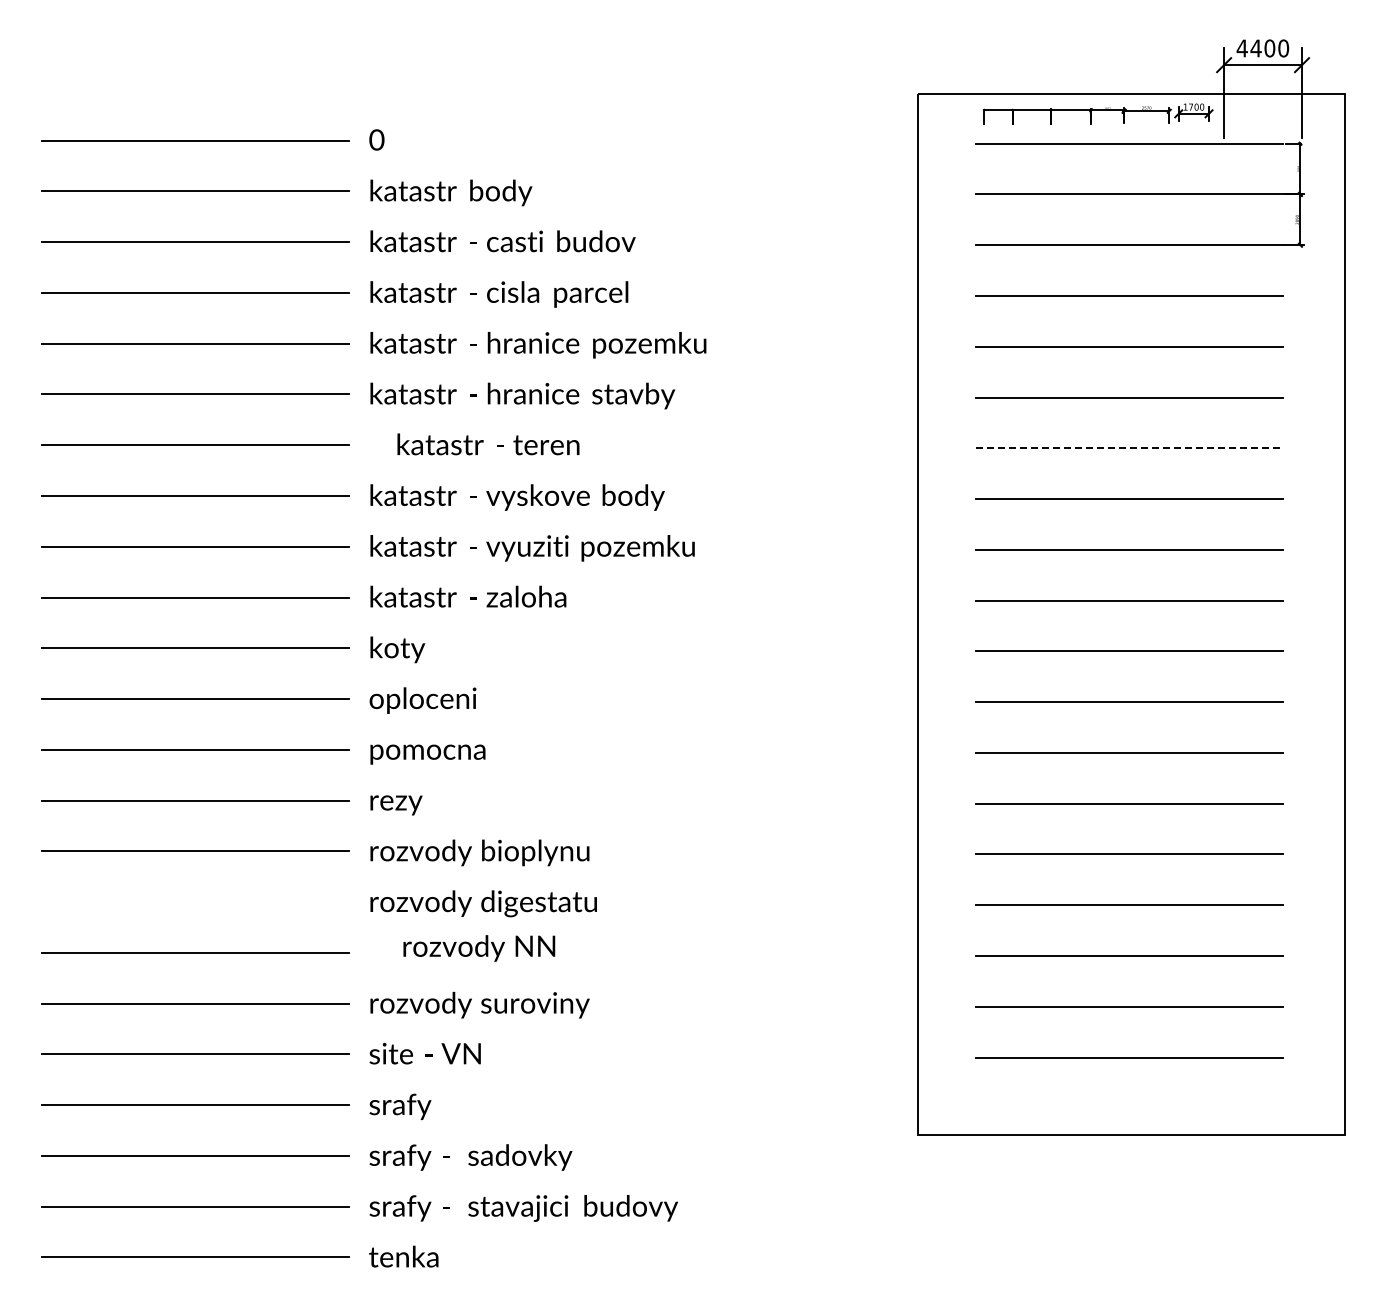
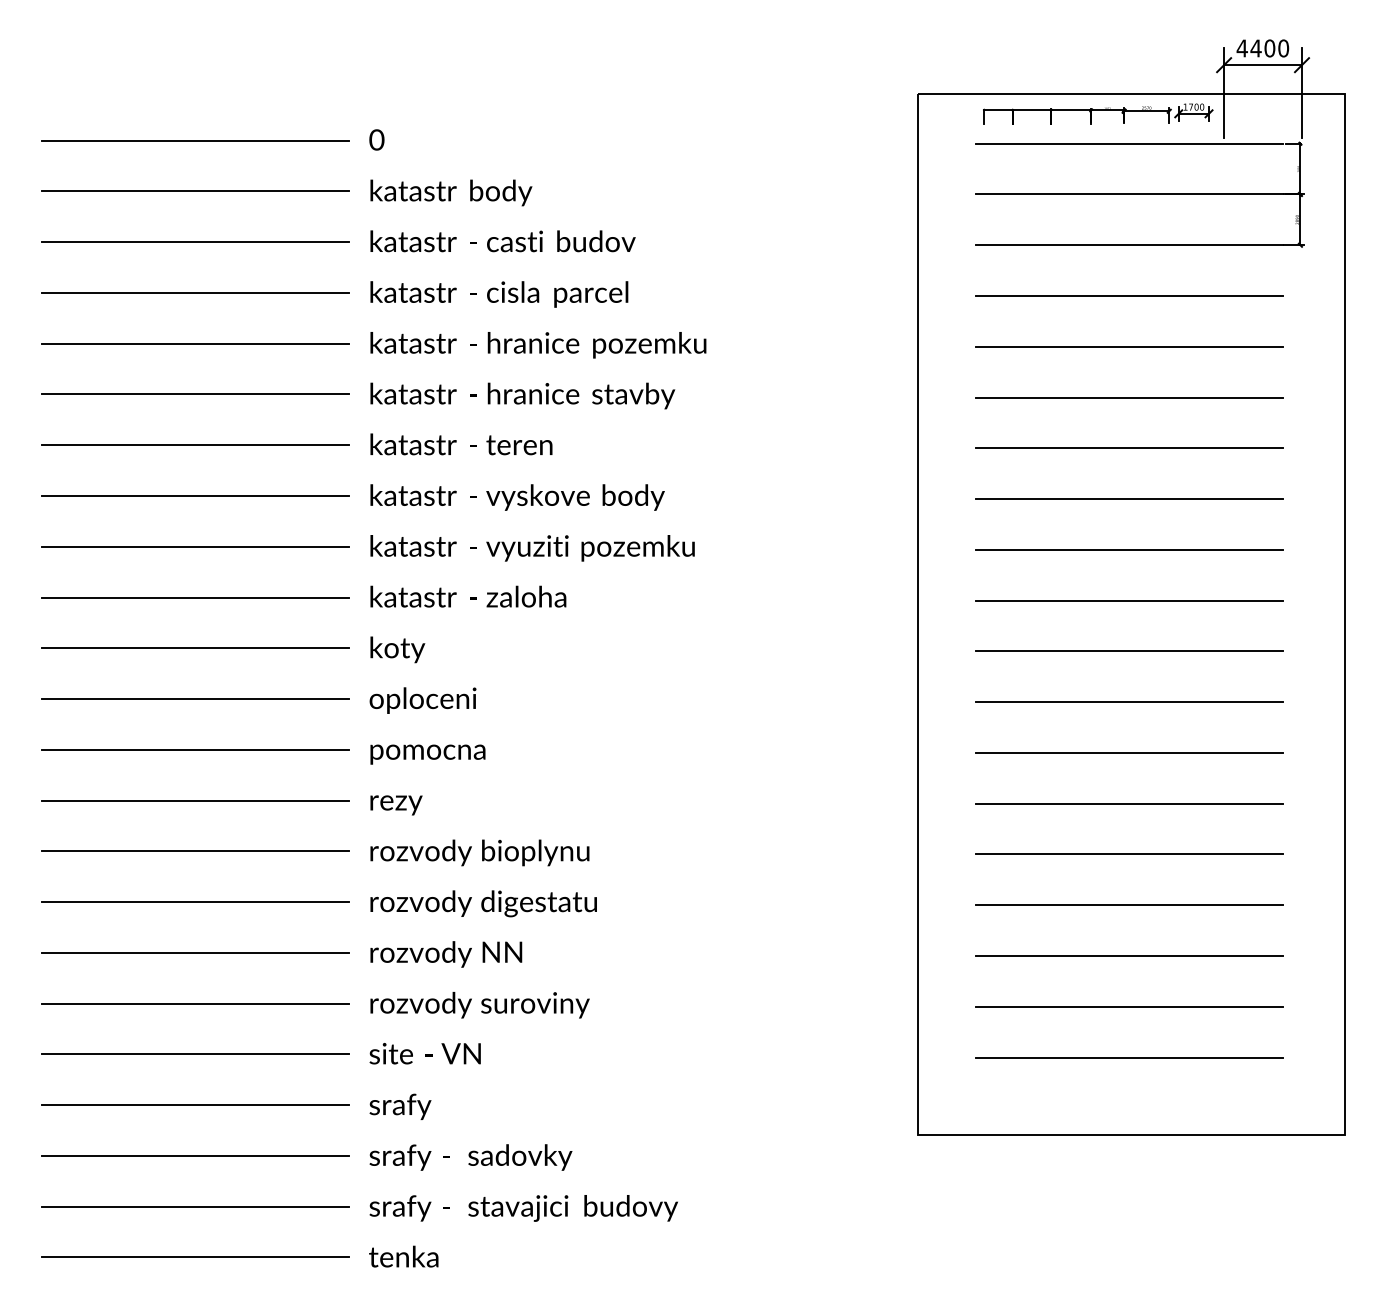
text at (488, 444) position: (488, 444) -> (461, 444)
line at (1129, 448): dashed -> solid
line at (195, 902): none -> present
text at (479, 948) position: (479, 948) -> (446, 954)
